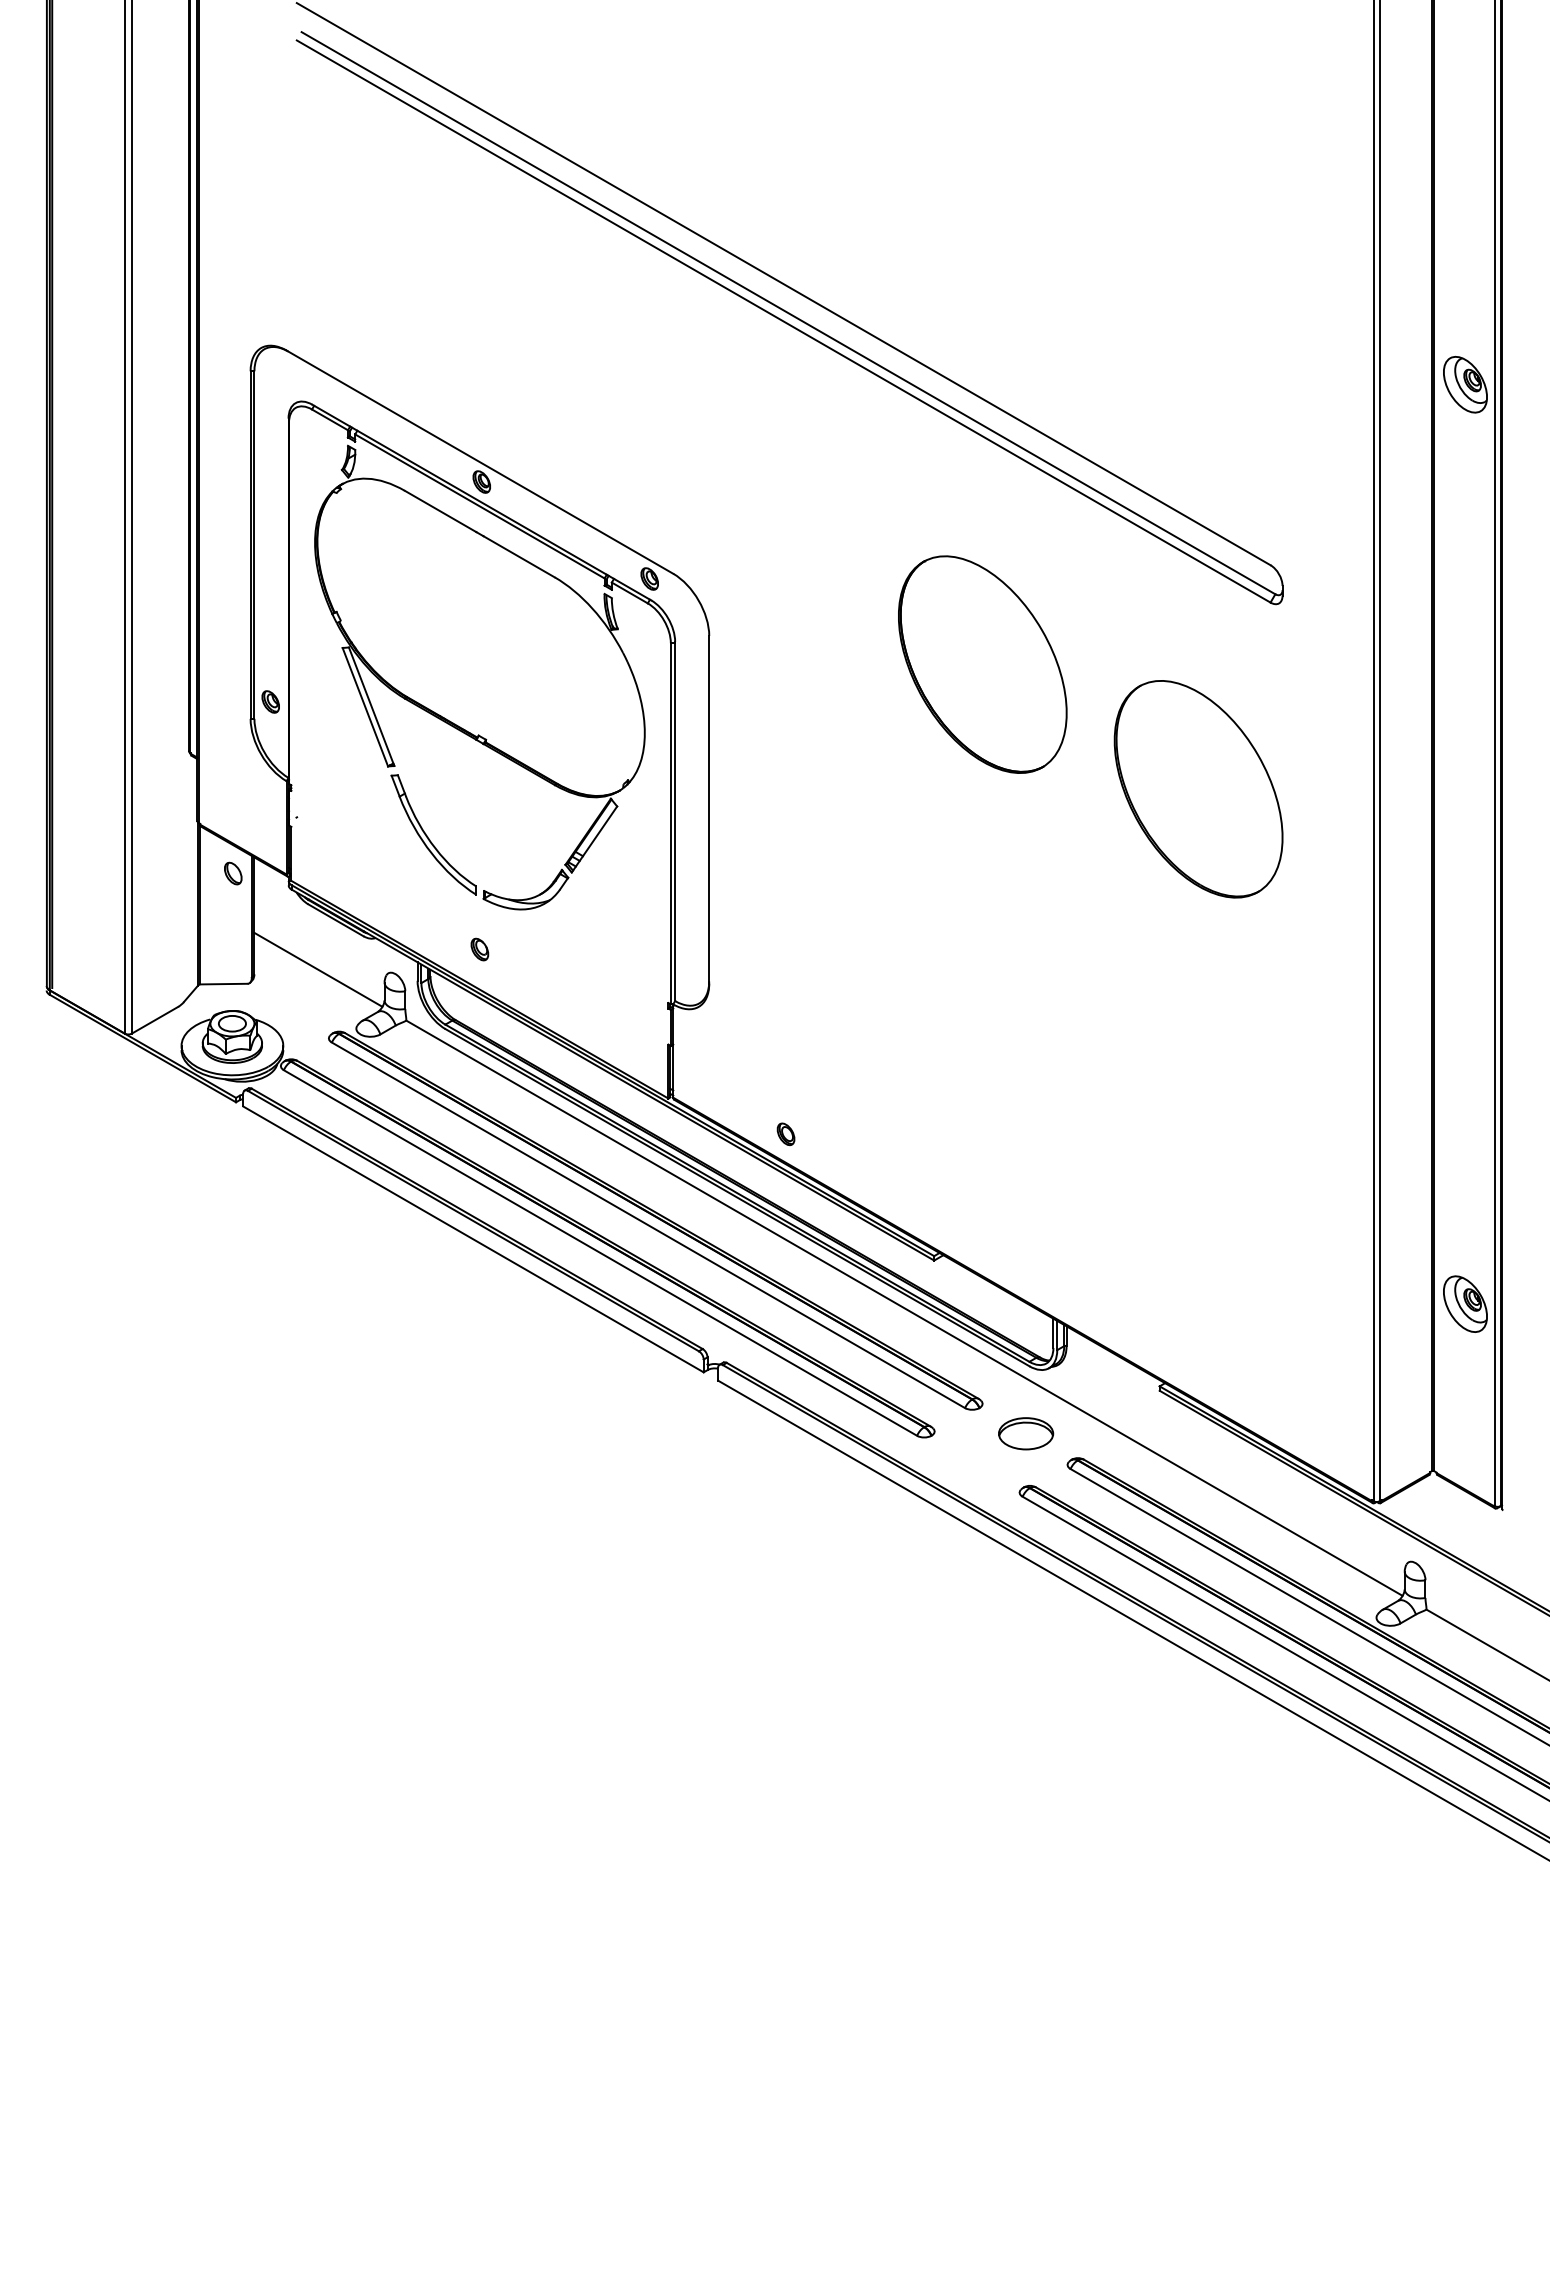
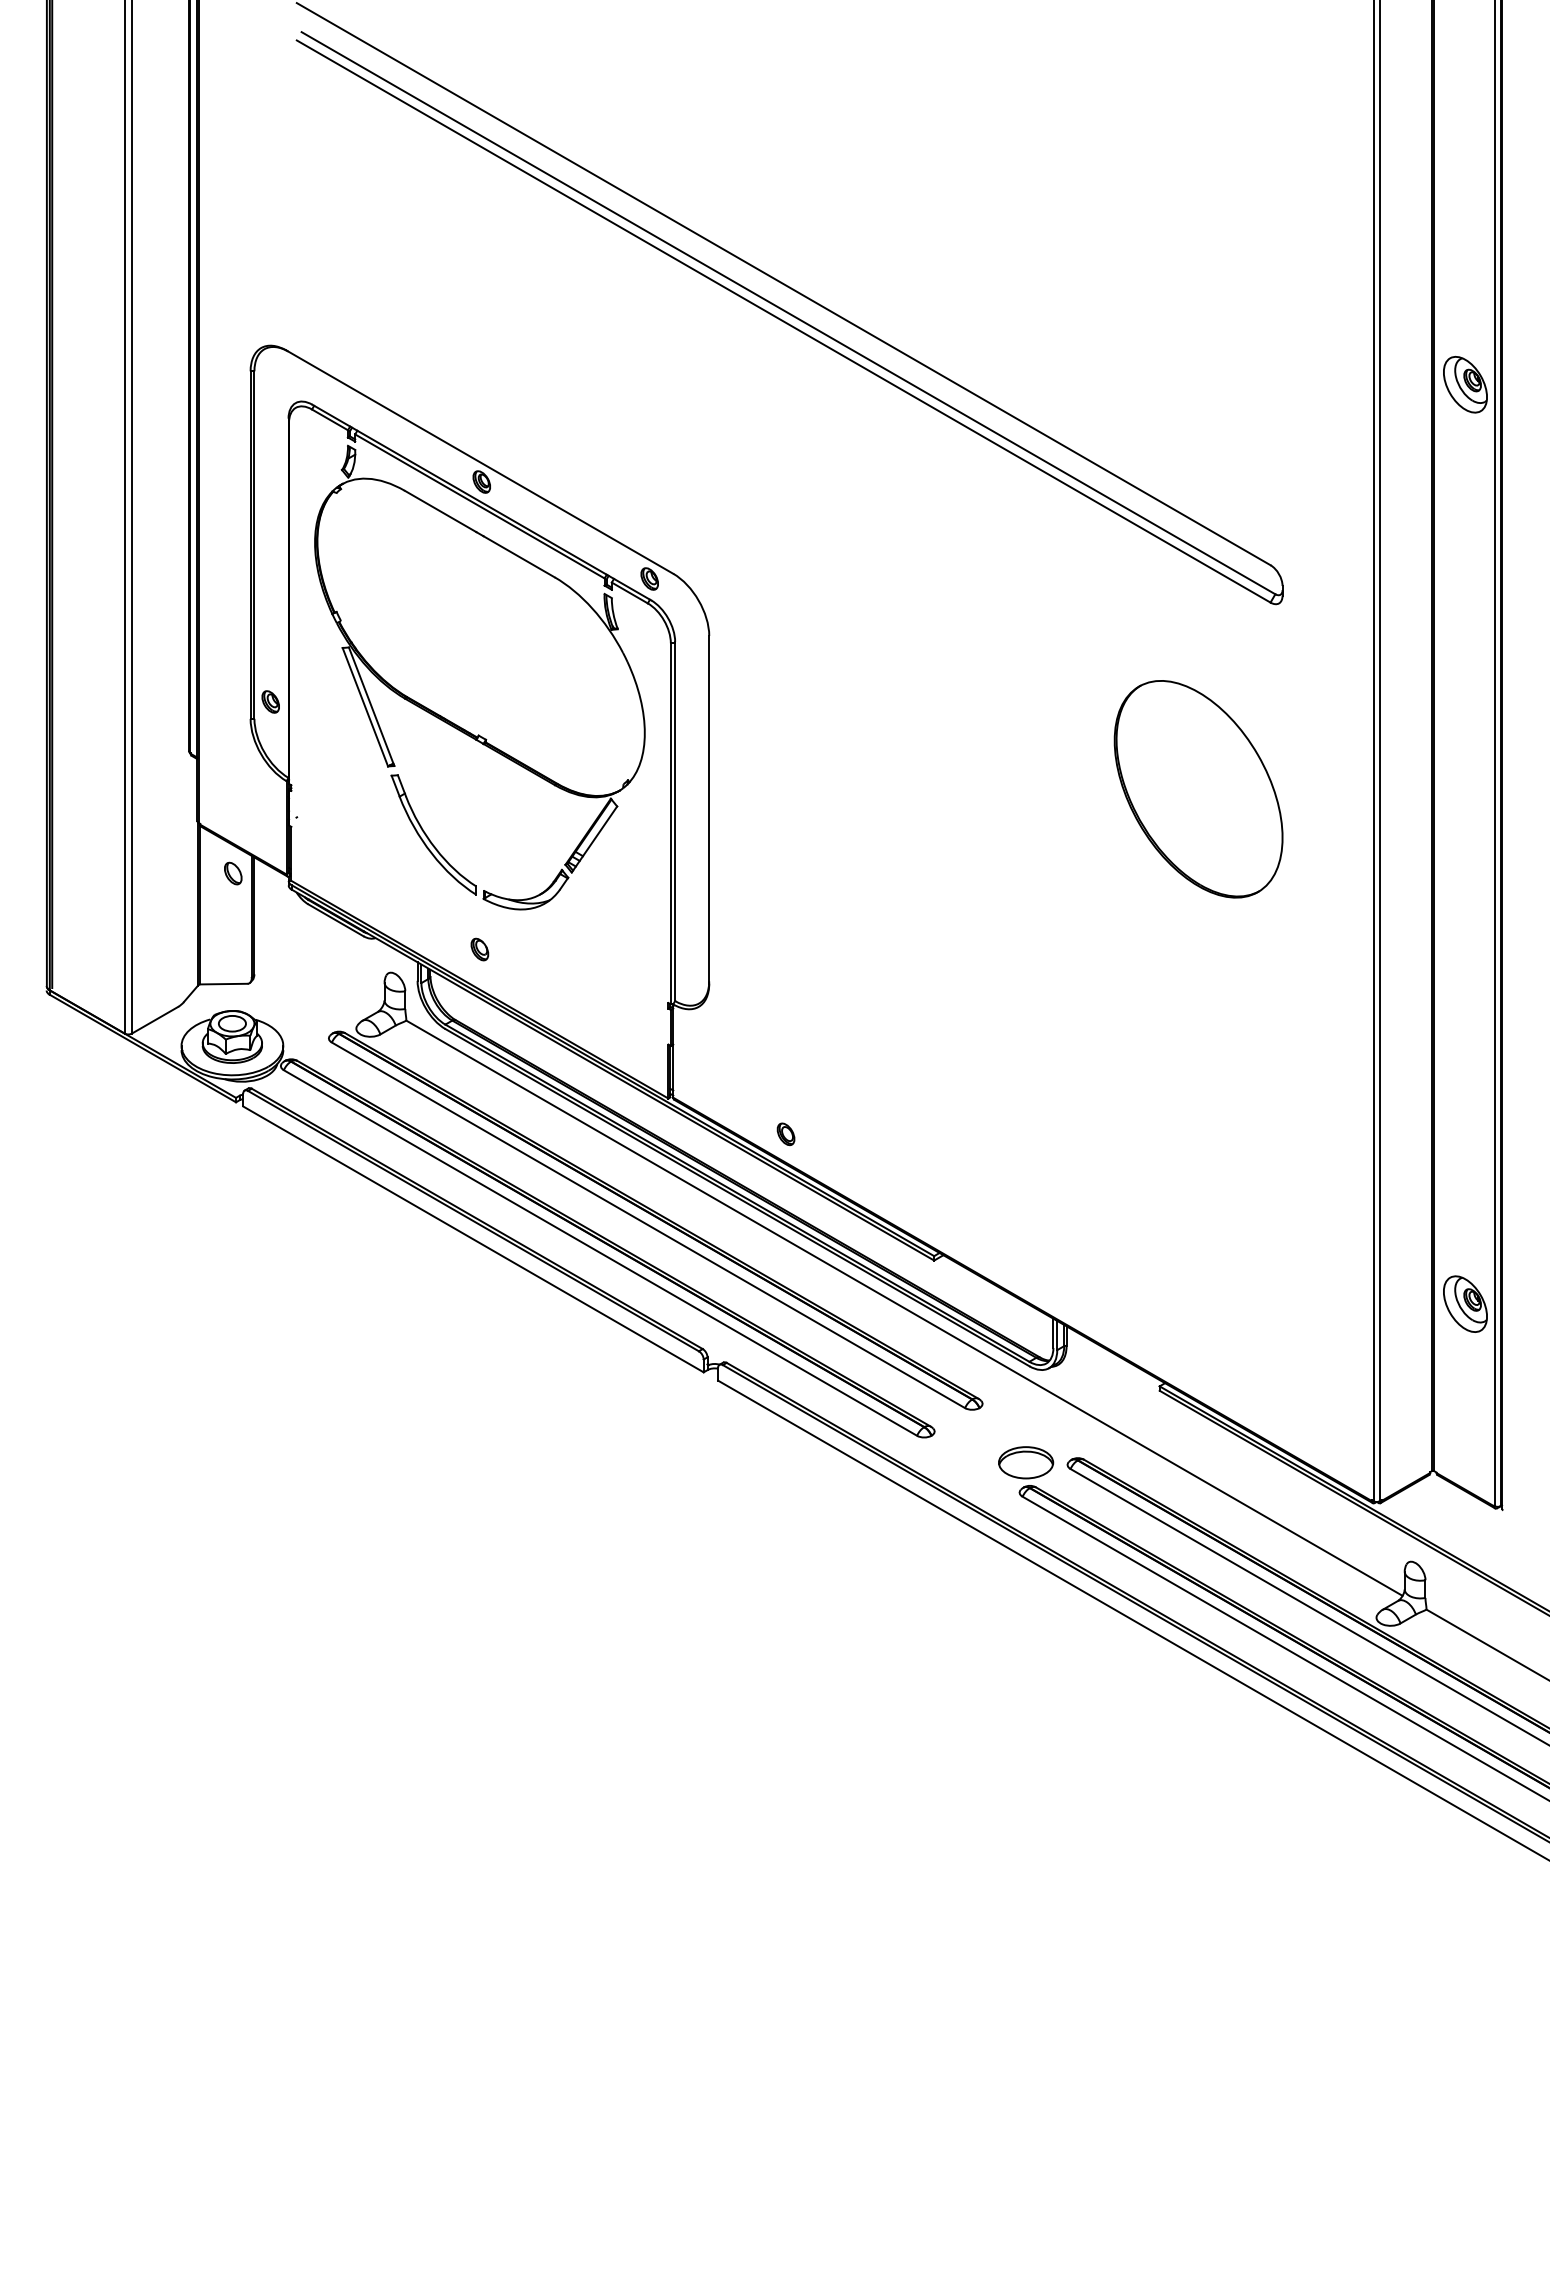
part at (982, 664): present -> none
line at (318, 969): present -> none
part at (1026, 1433) position: (1026, 1433) -> (1026, 1462)
